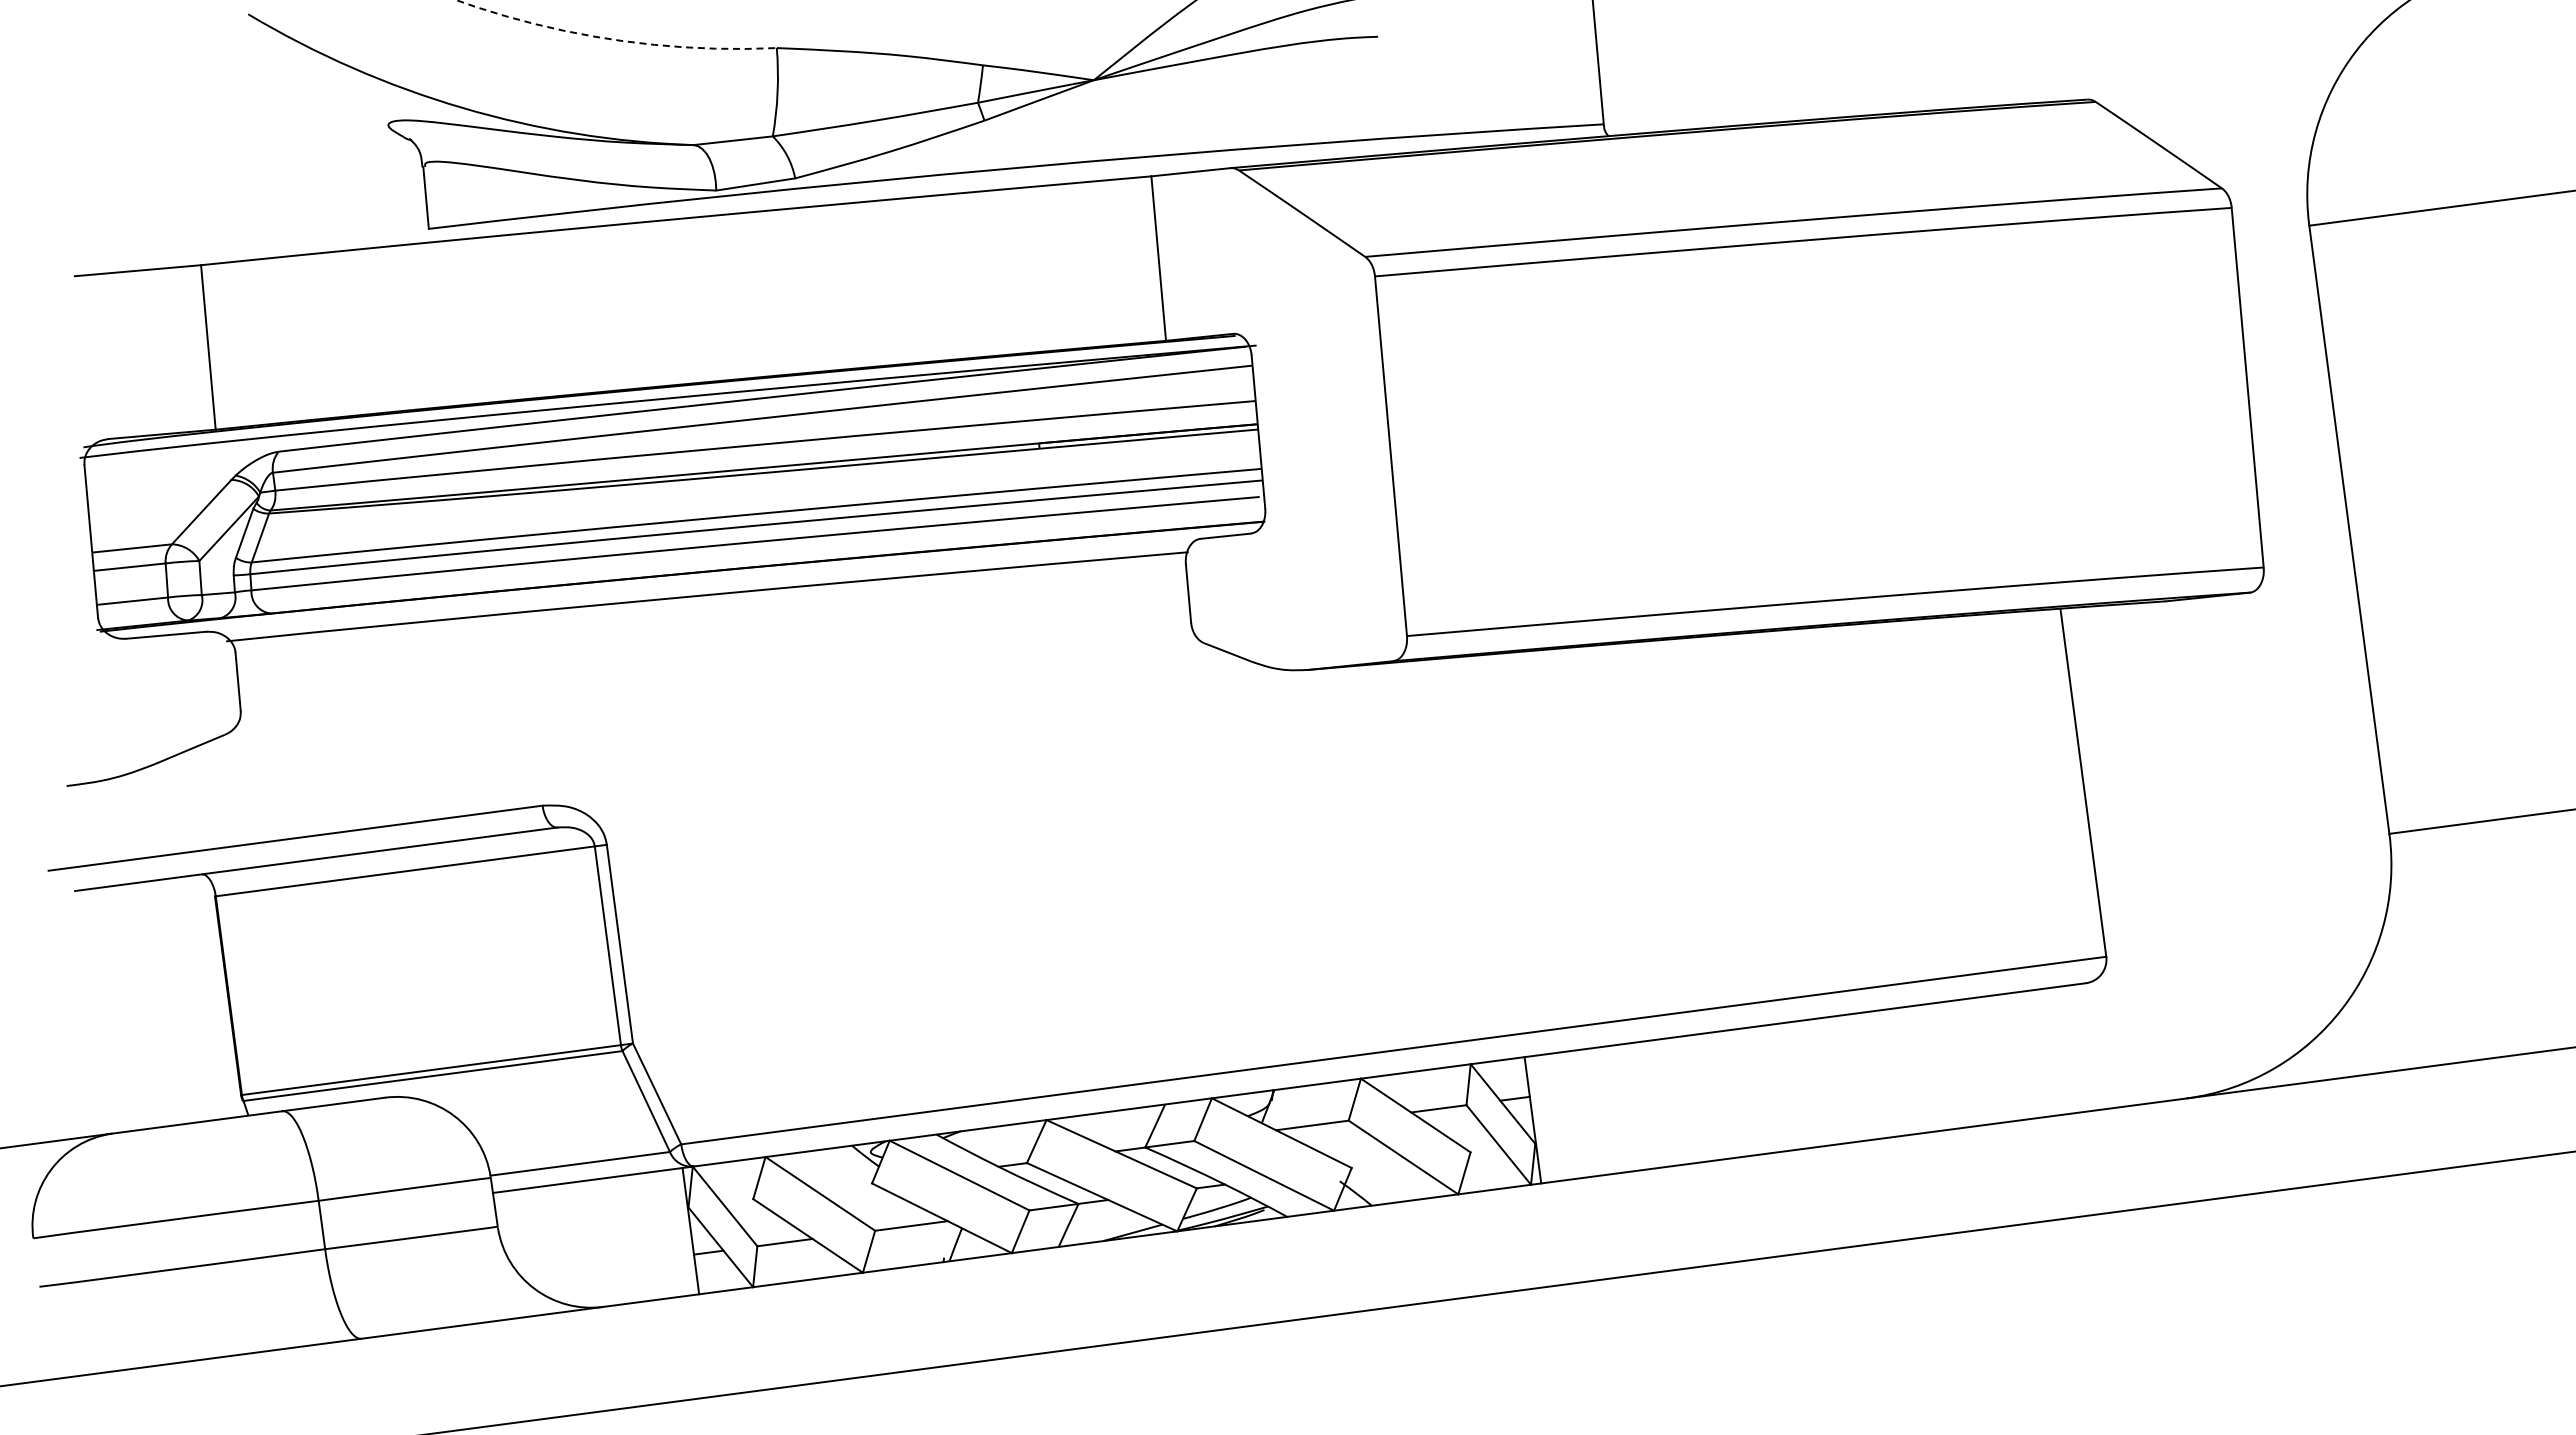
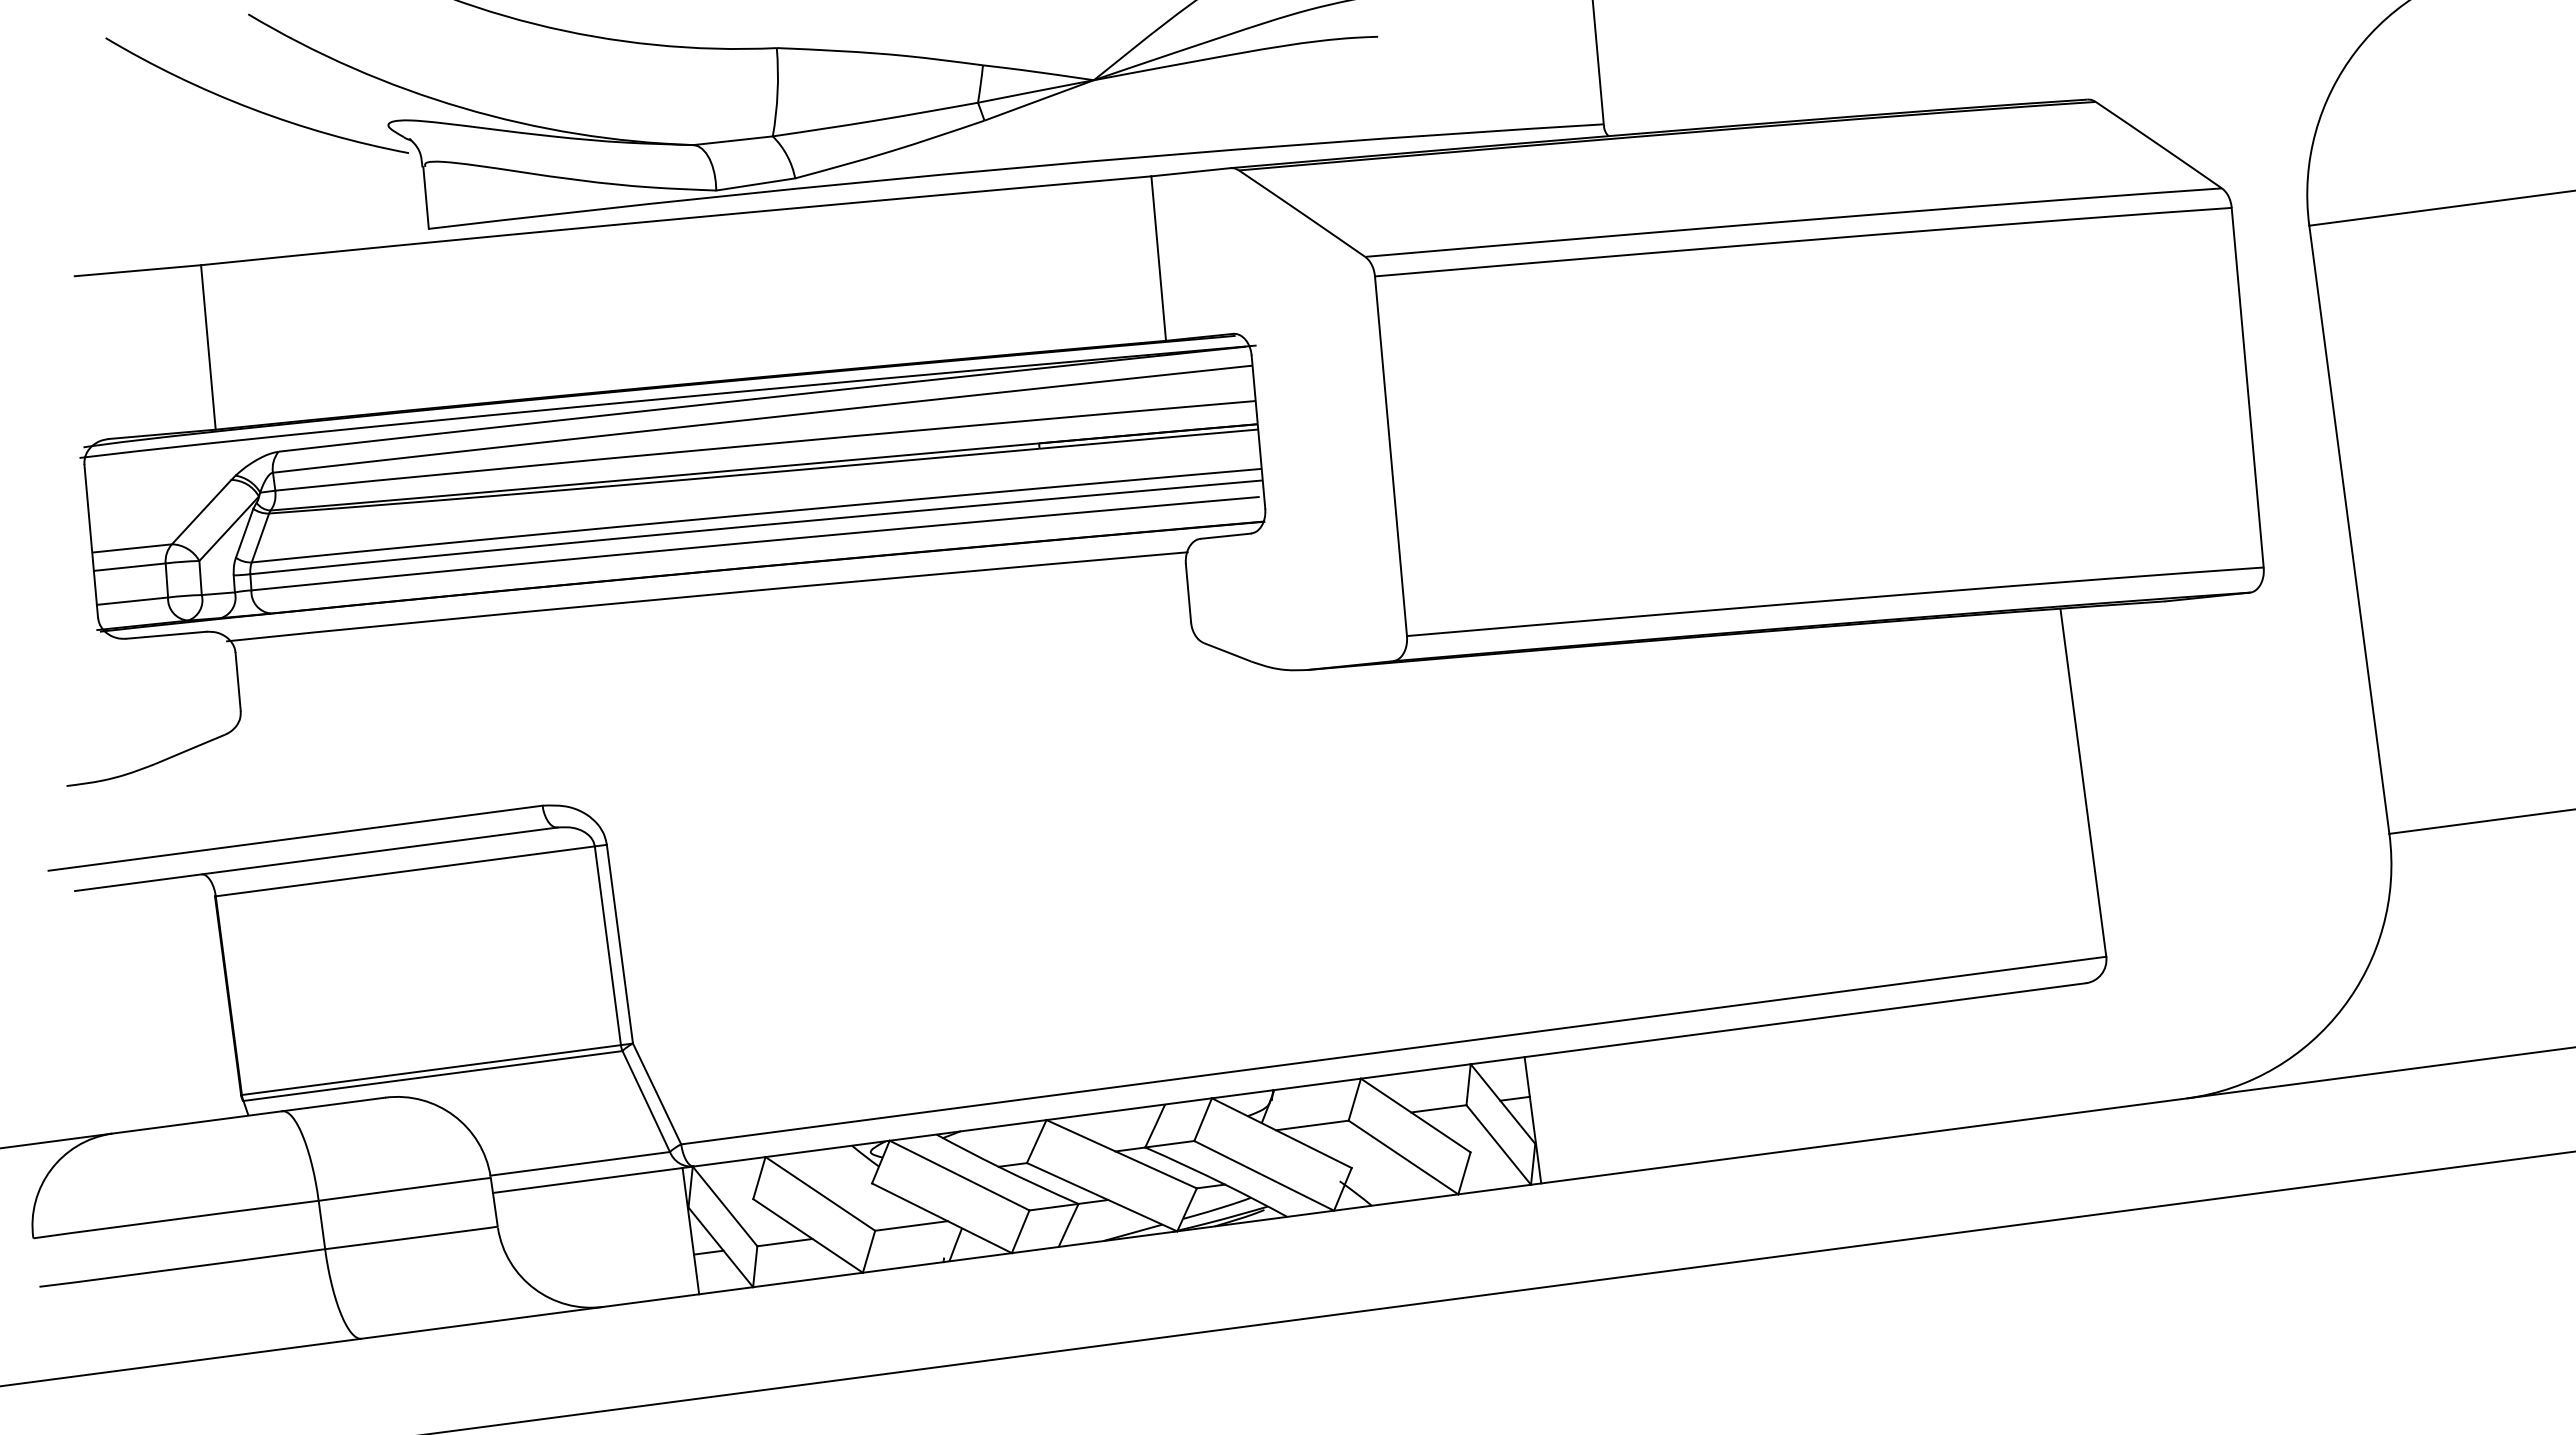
arc at (614, 39): dashed -> solid
arc at (251, 107): none -> present
